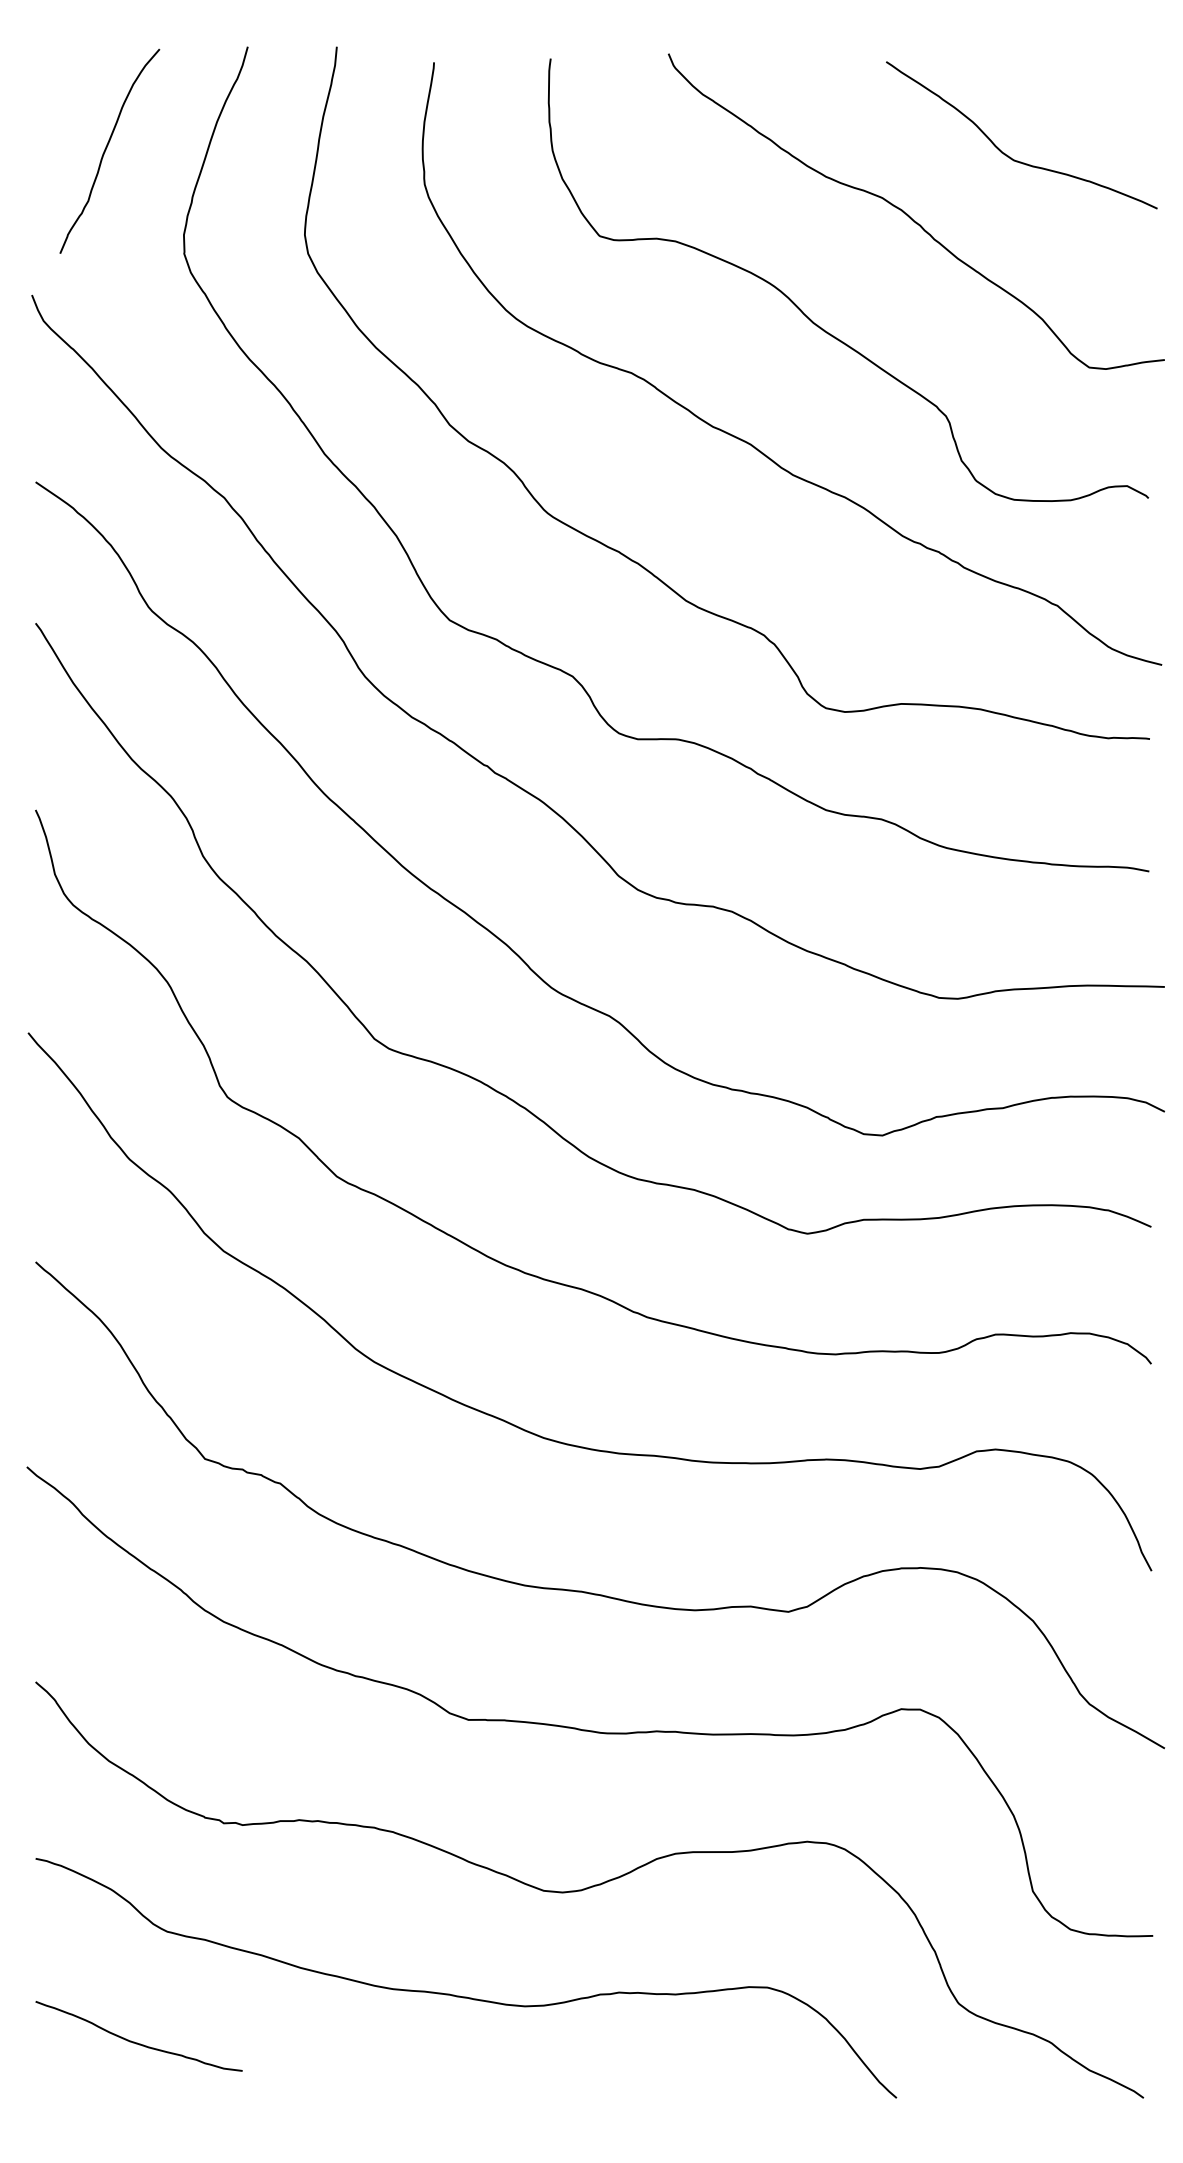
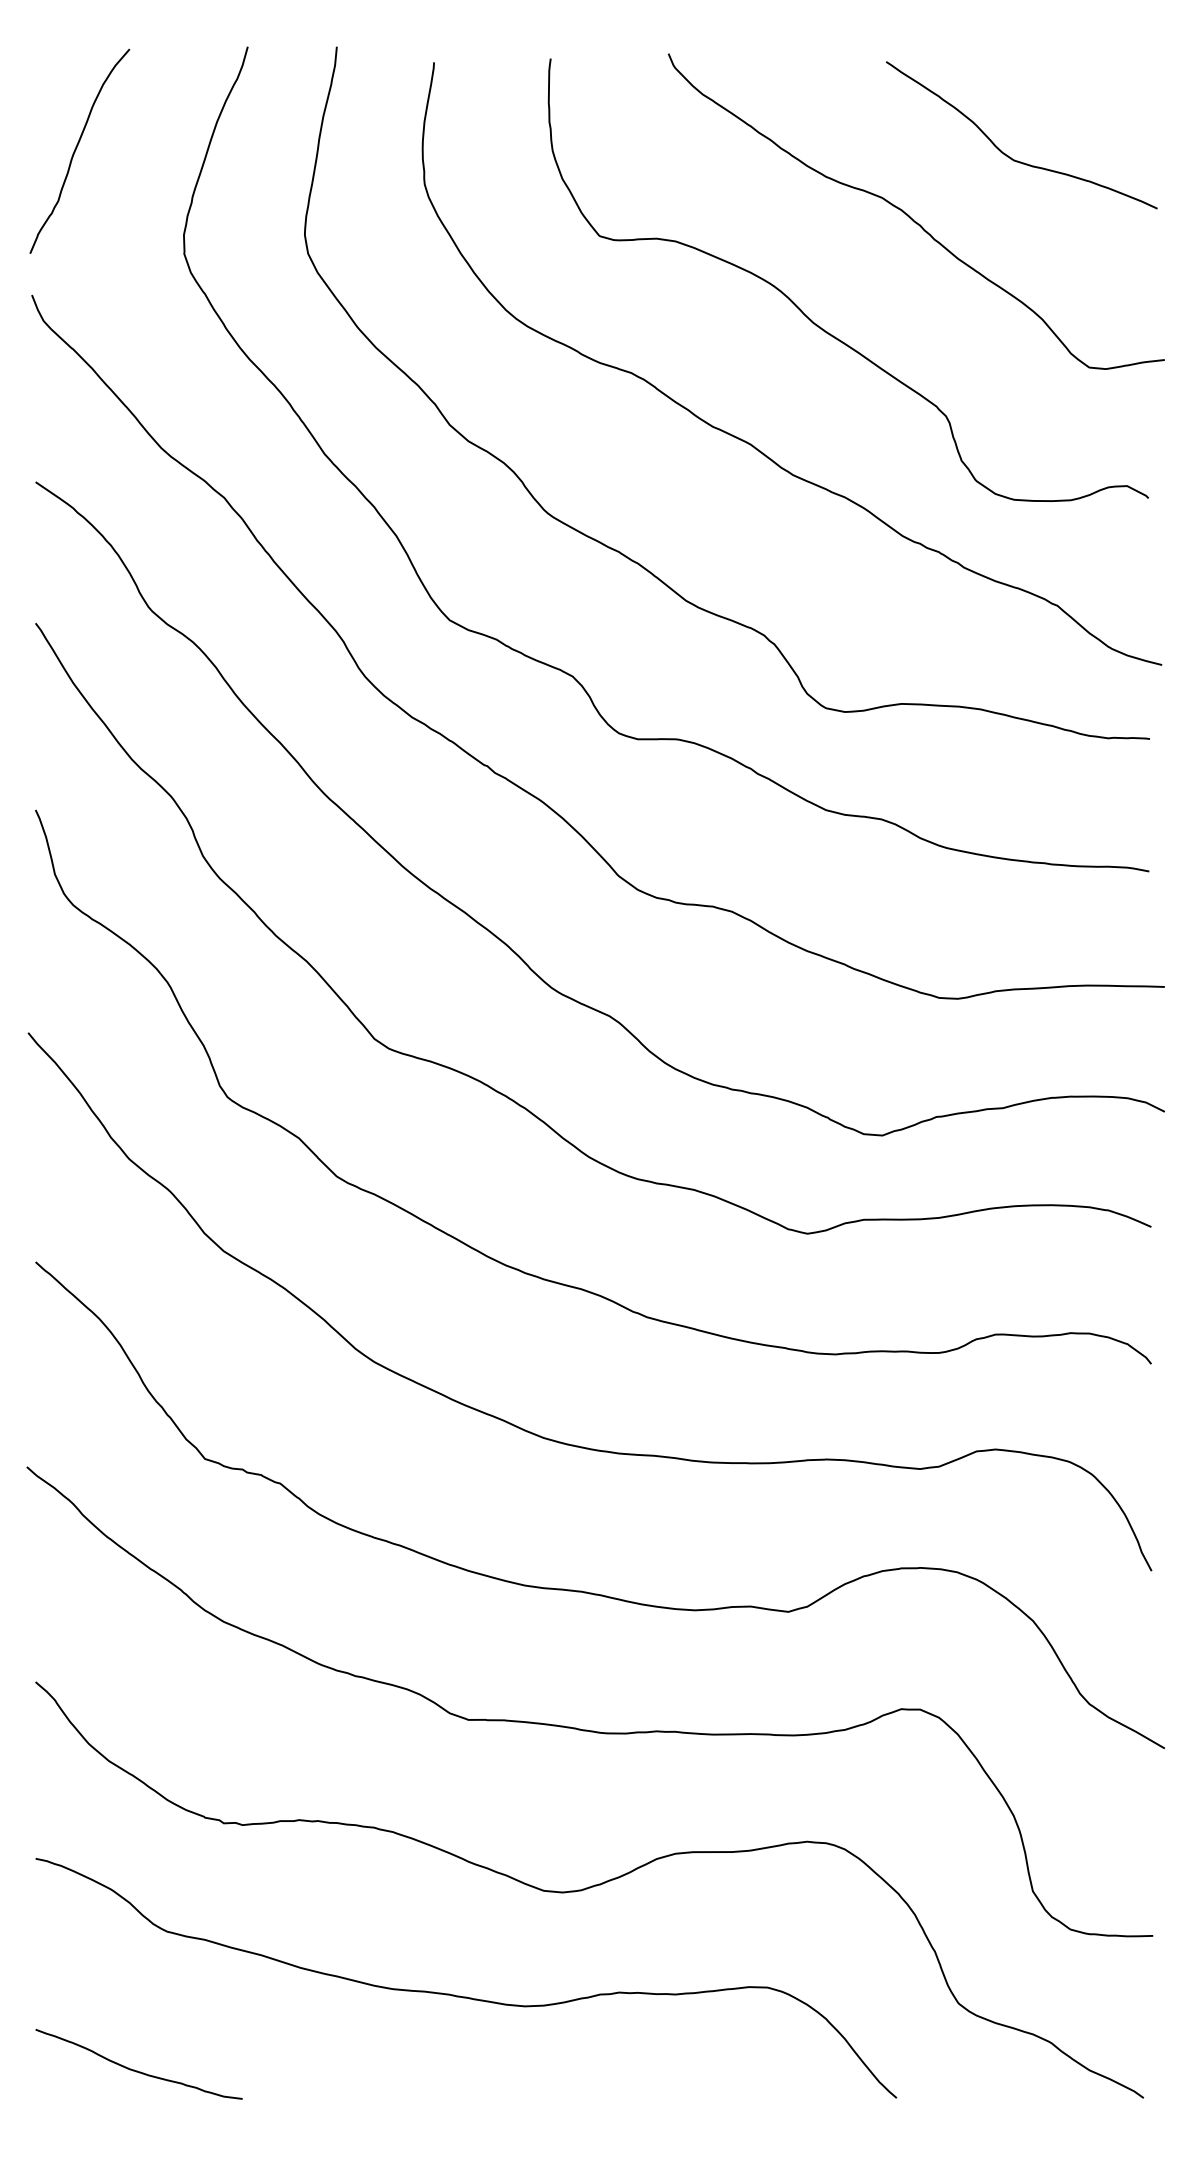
curve at (106, 150) position: (106, 150) -> (76, 150)
curve at (137, 2042) position: (137, 2042) -> (137, 2070)
